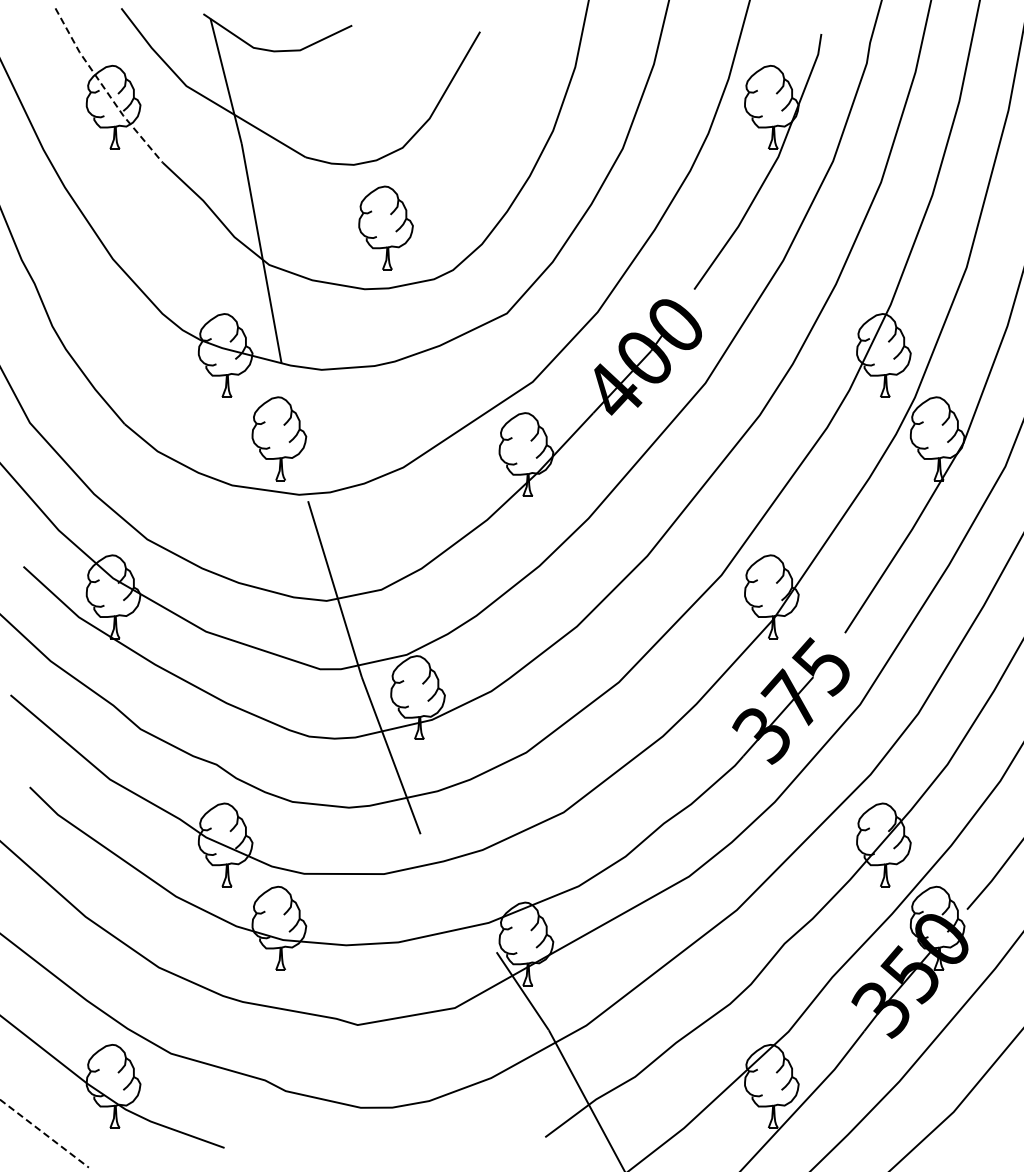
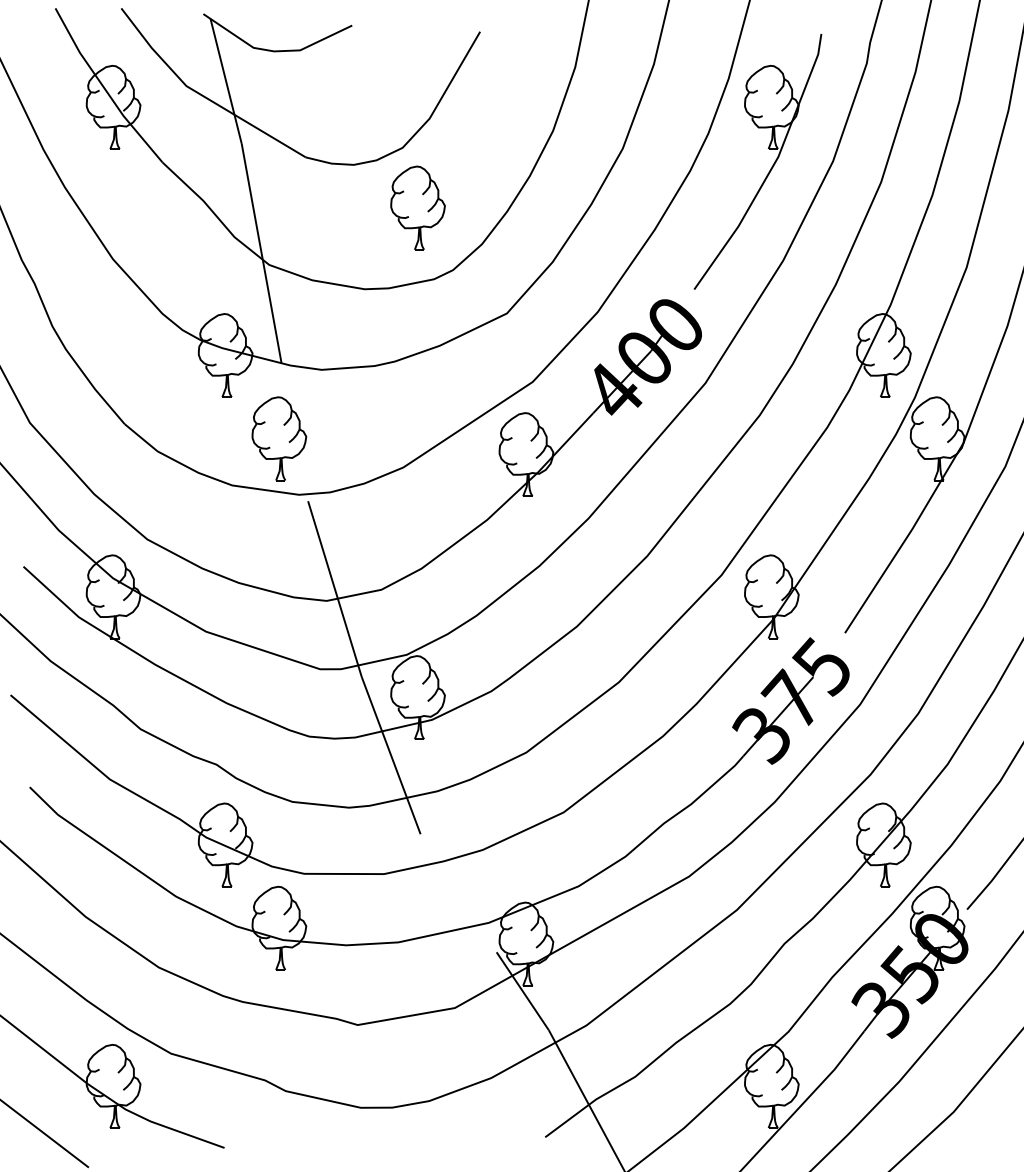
line at (104, 88): dashed -> solid
part at (385, 227) position: (385, 227) -> (417, 207)
line at (44, 1133): dashed -> solid
